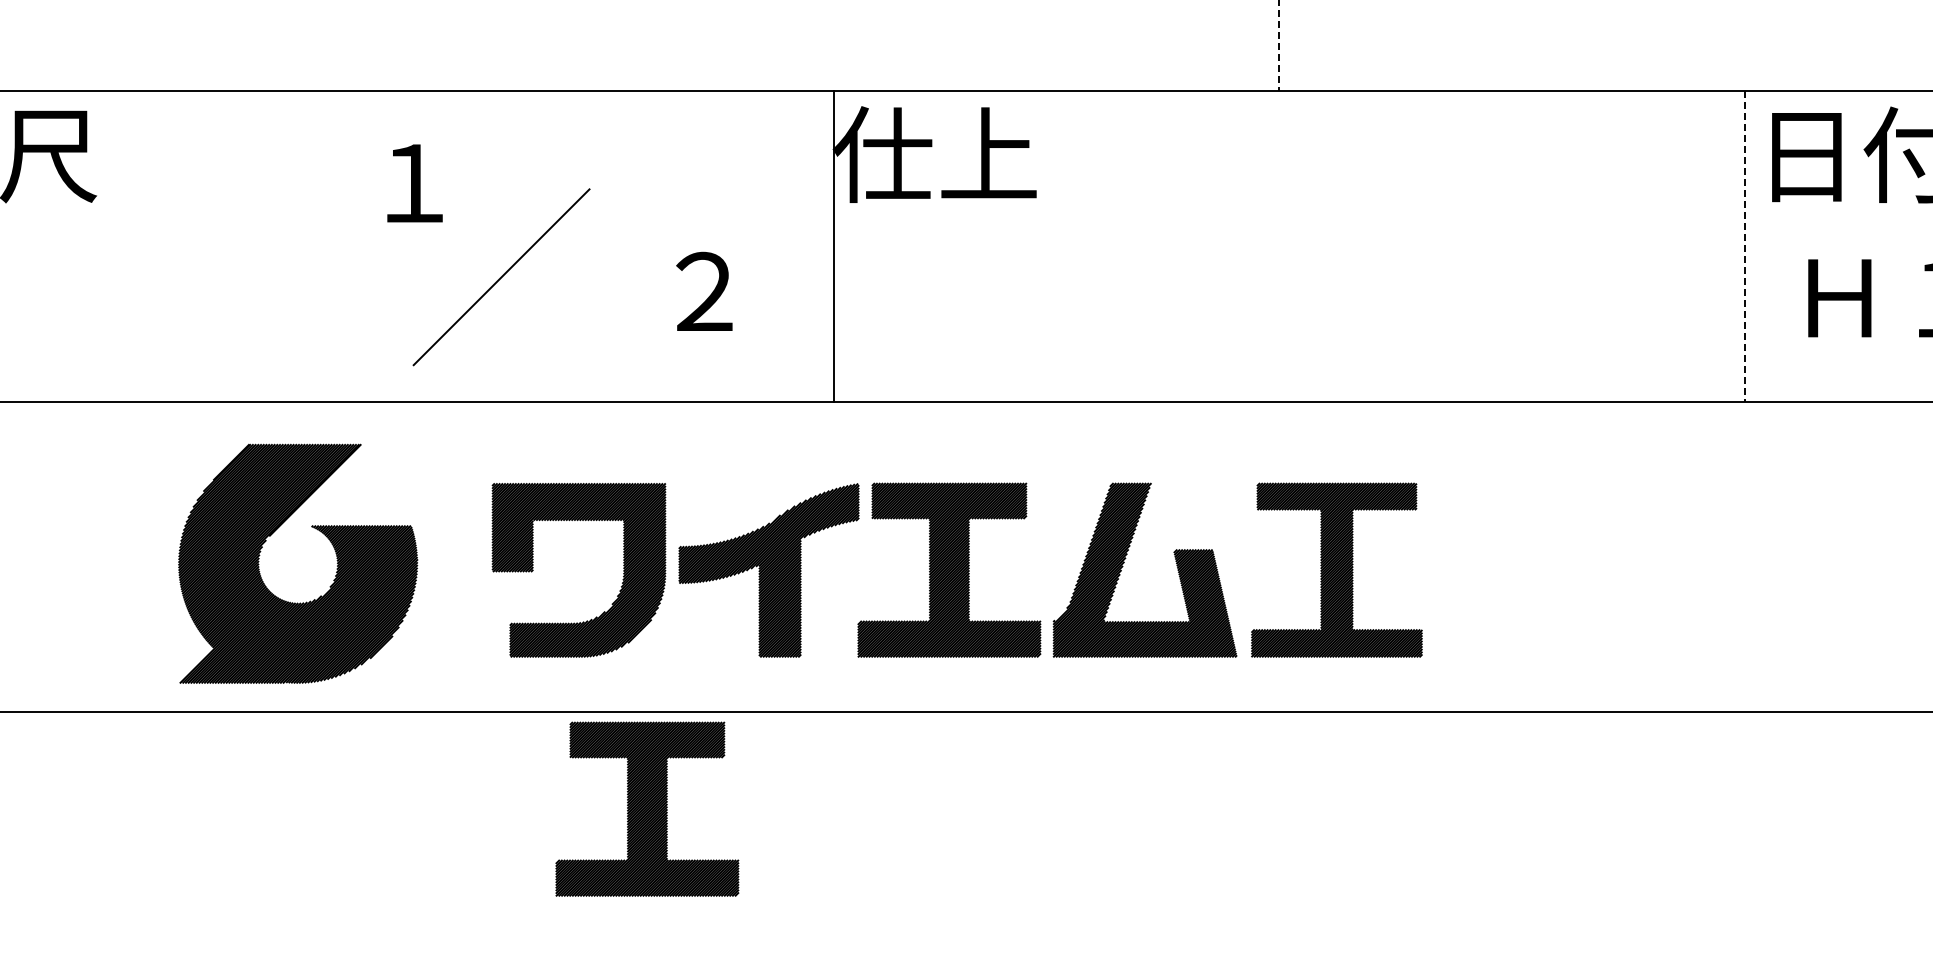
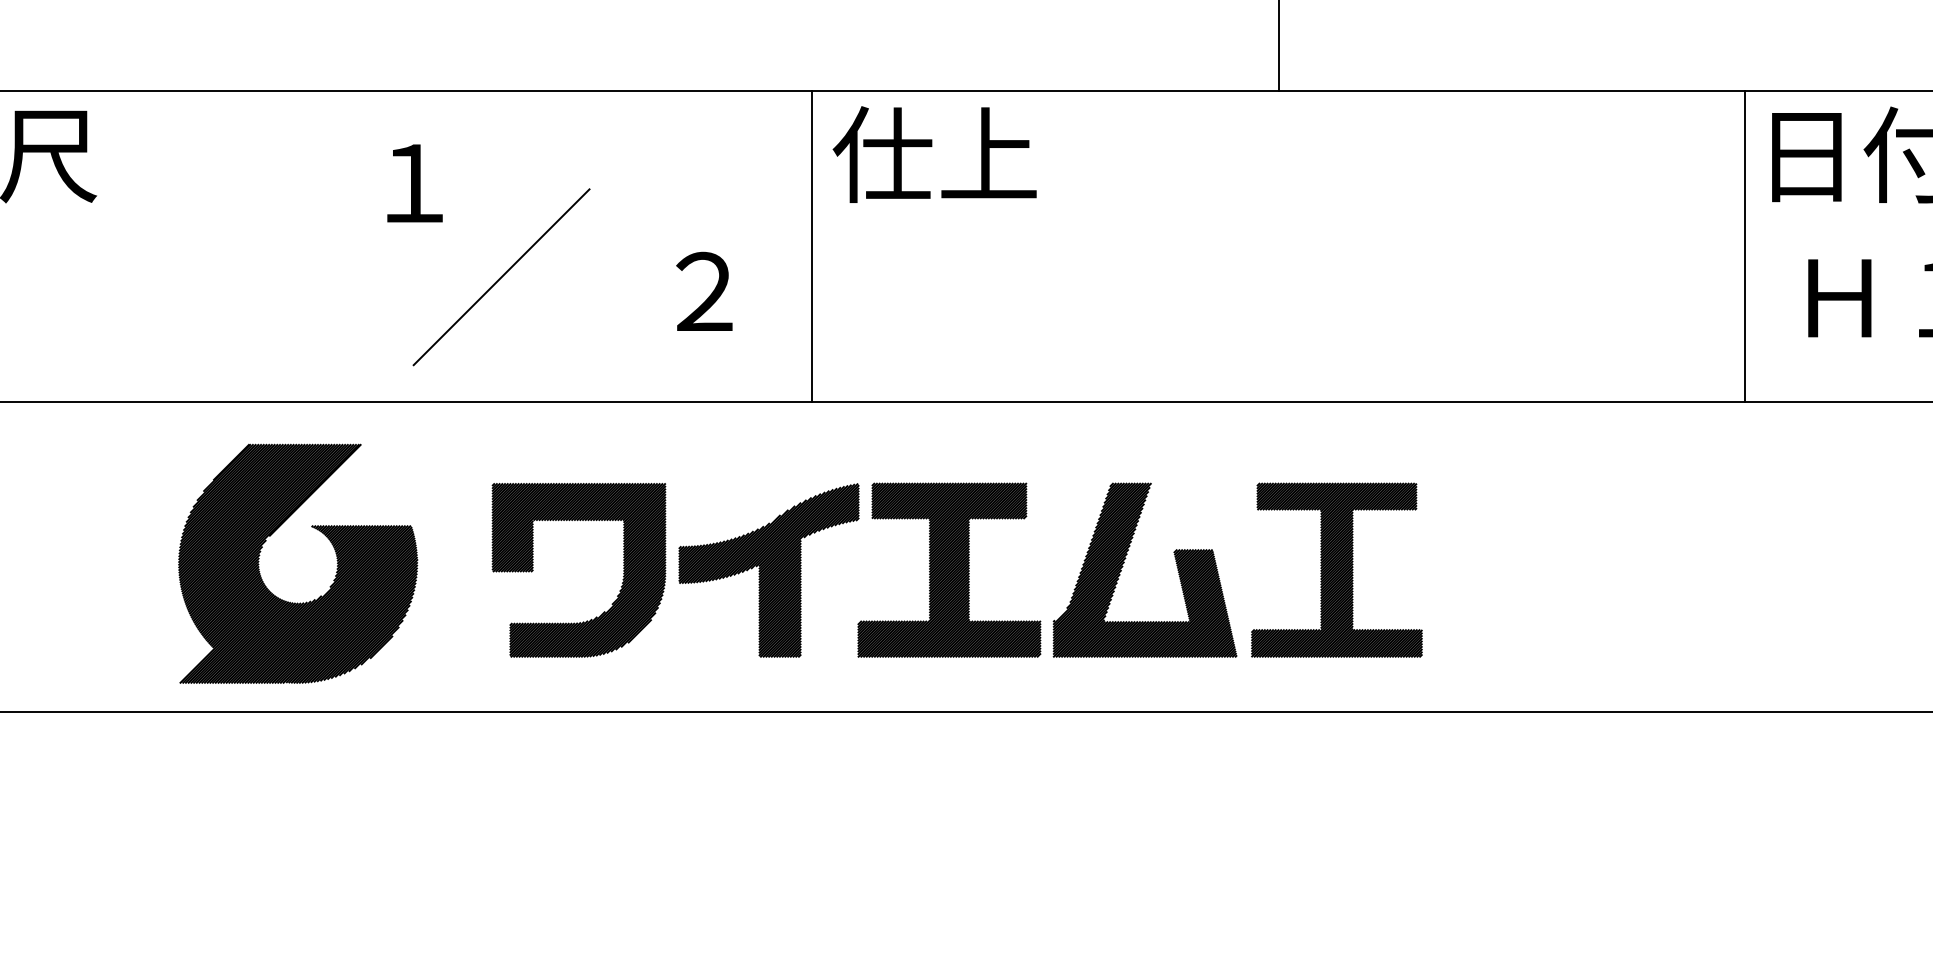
line at (1278, 45): dashed -> solid
line at (834, 245) position: (834, 245) -> (812, 245)
line at (1744, 246): dashed -> solid
part at (647, 808): present -> none
